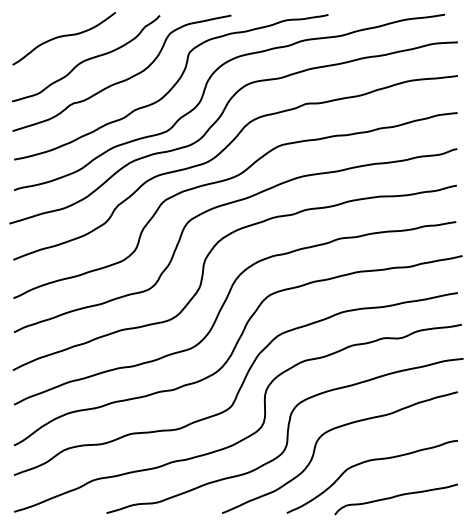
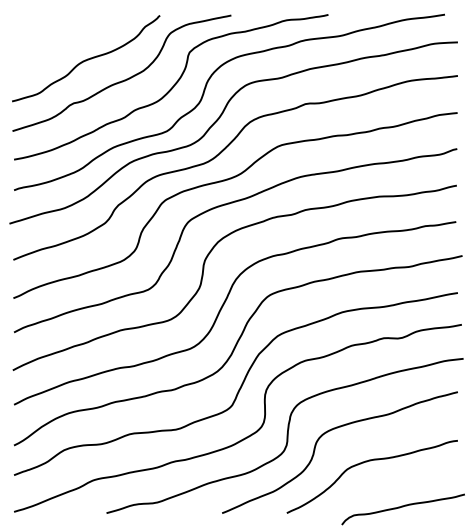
curve at (62, 37): present -> none
curve at (395, 497) position: (395, 497) -> (402, 507)
